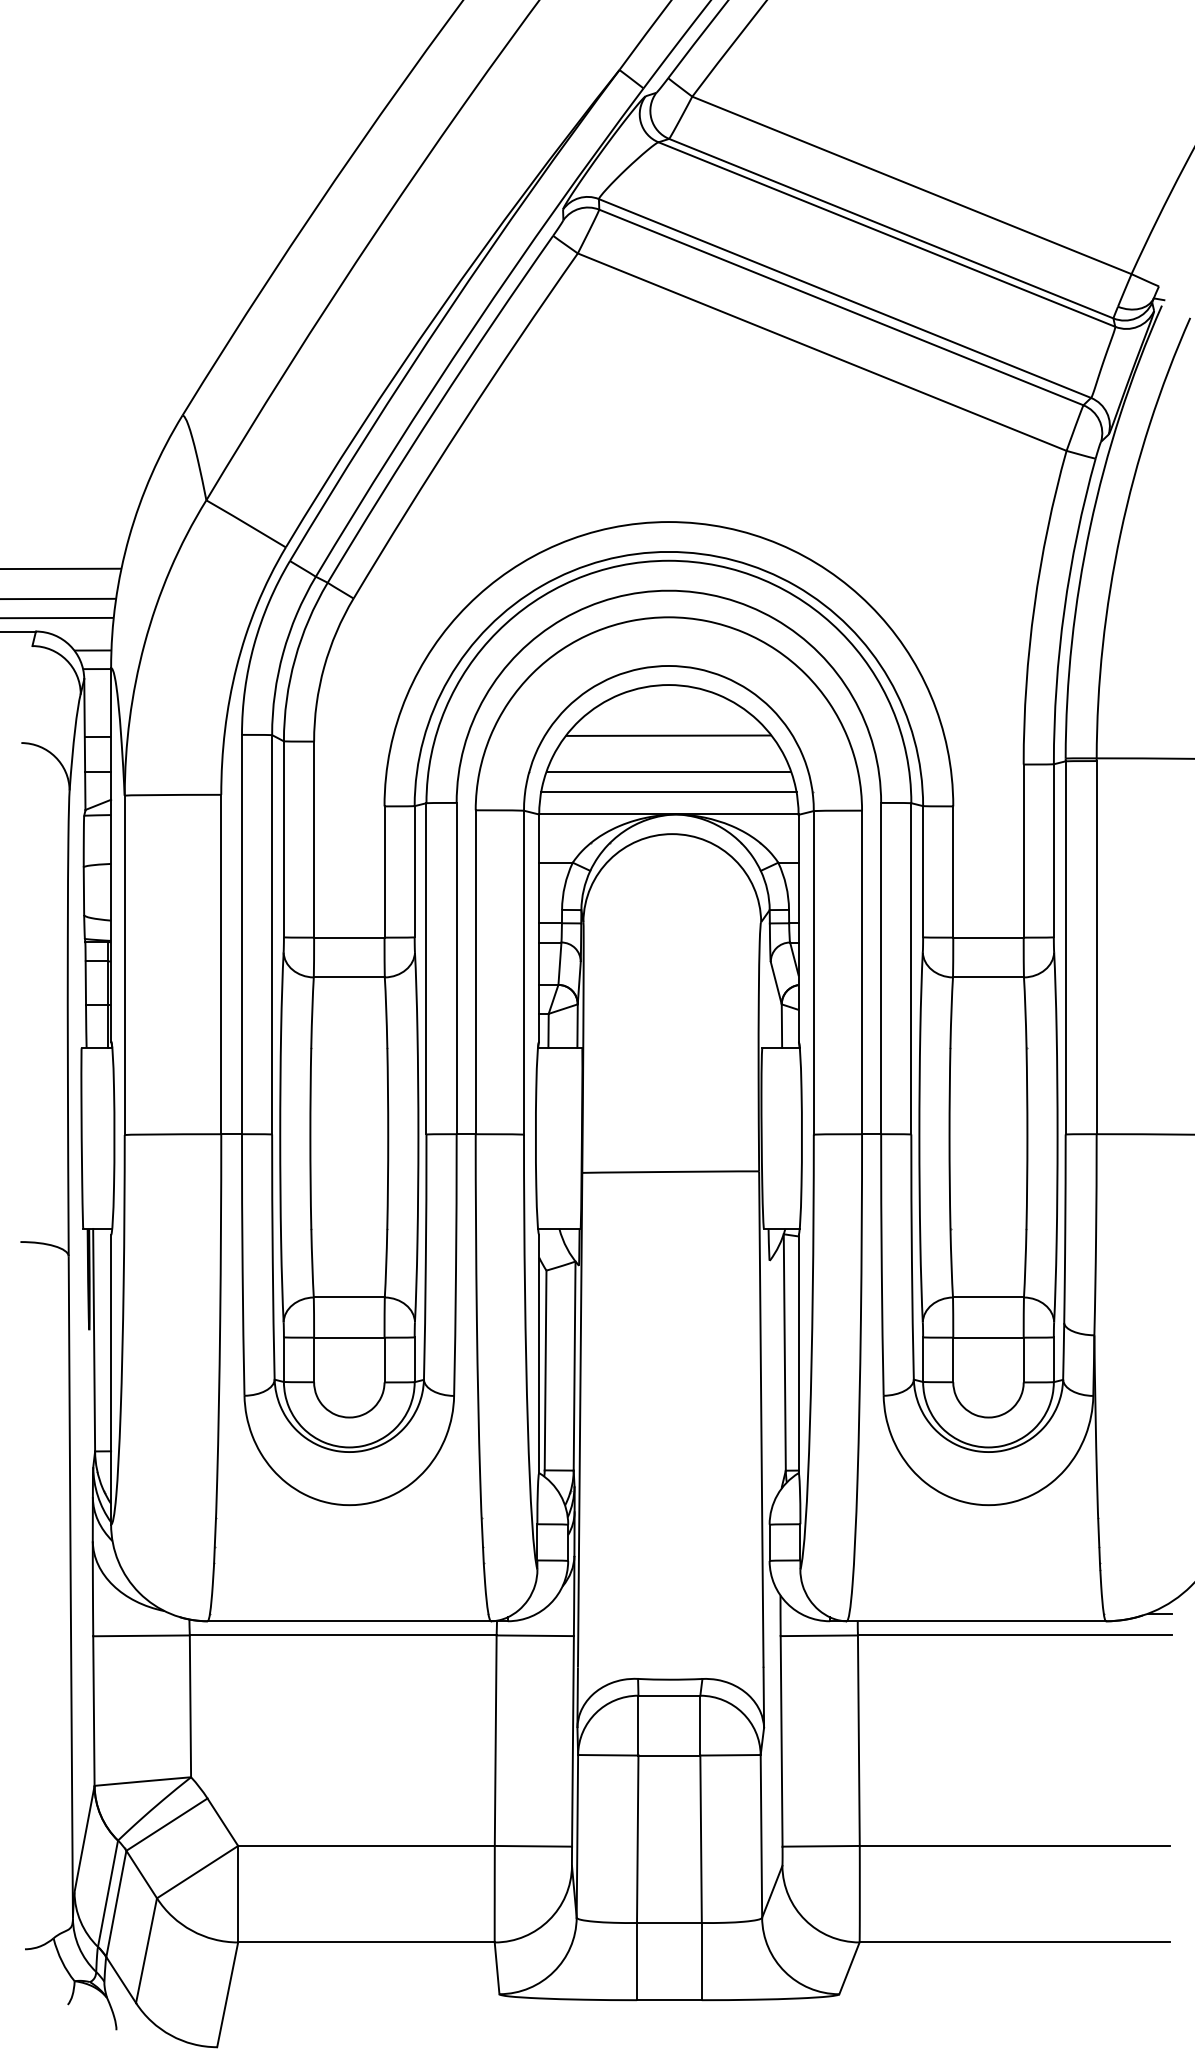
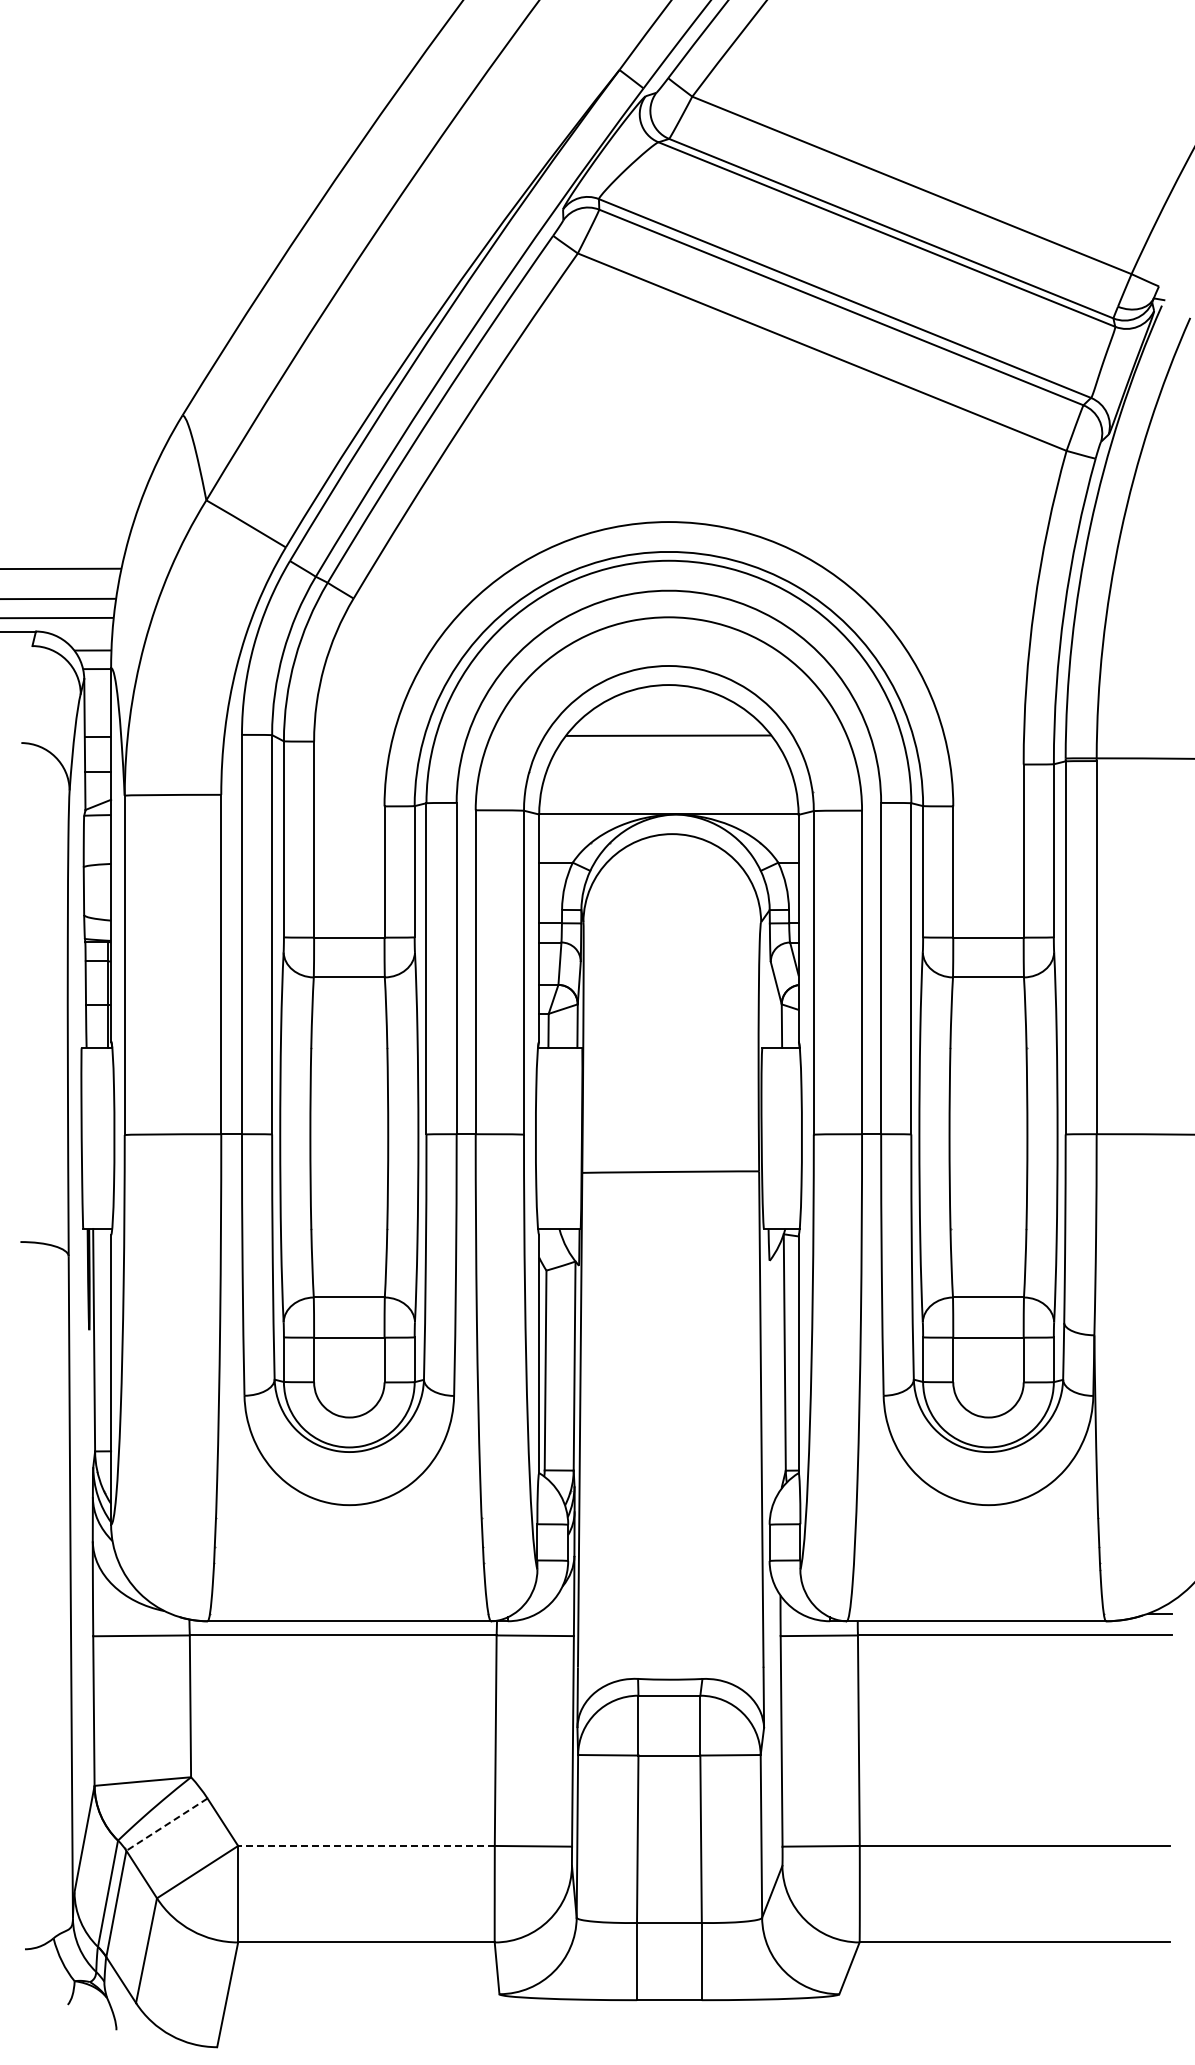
line at (668, 771): present -> none
line at (668, 792): present -> none
line at (166, 1824): solid -> dashed
line at (365, 1845): solid -> dashed
